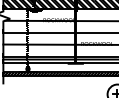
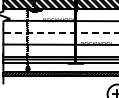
line at (58, 32): solid -> dashed
